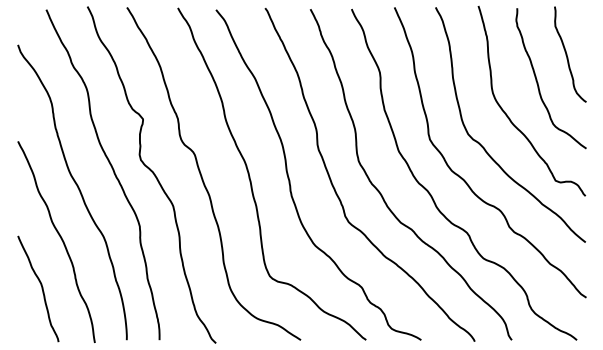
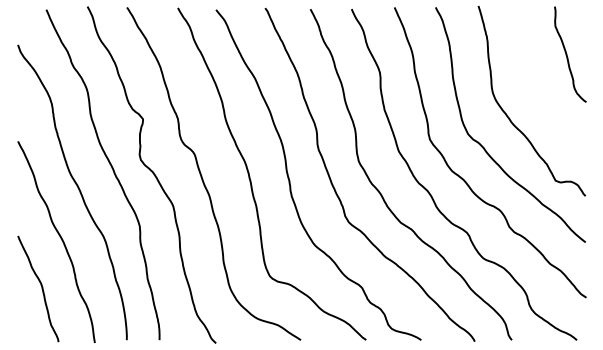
curve at (538, 82): present -> none
